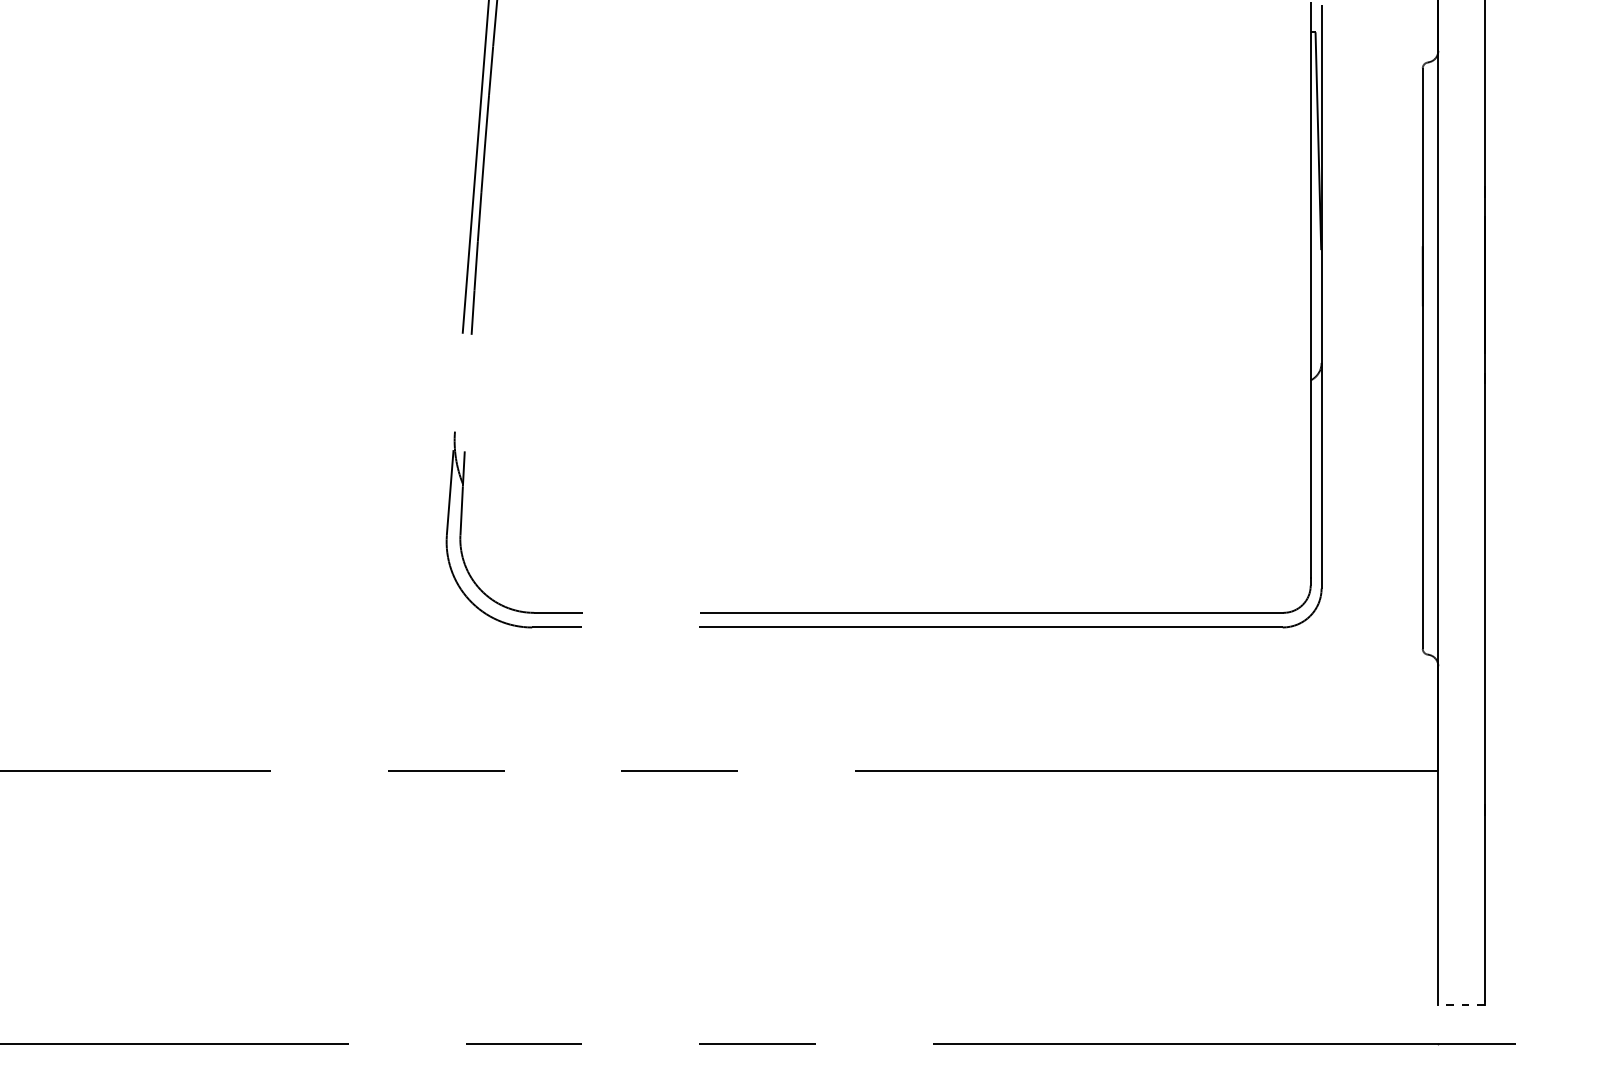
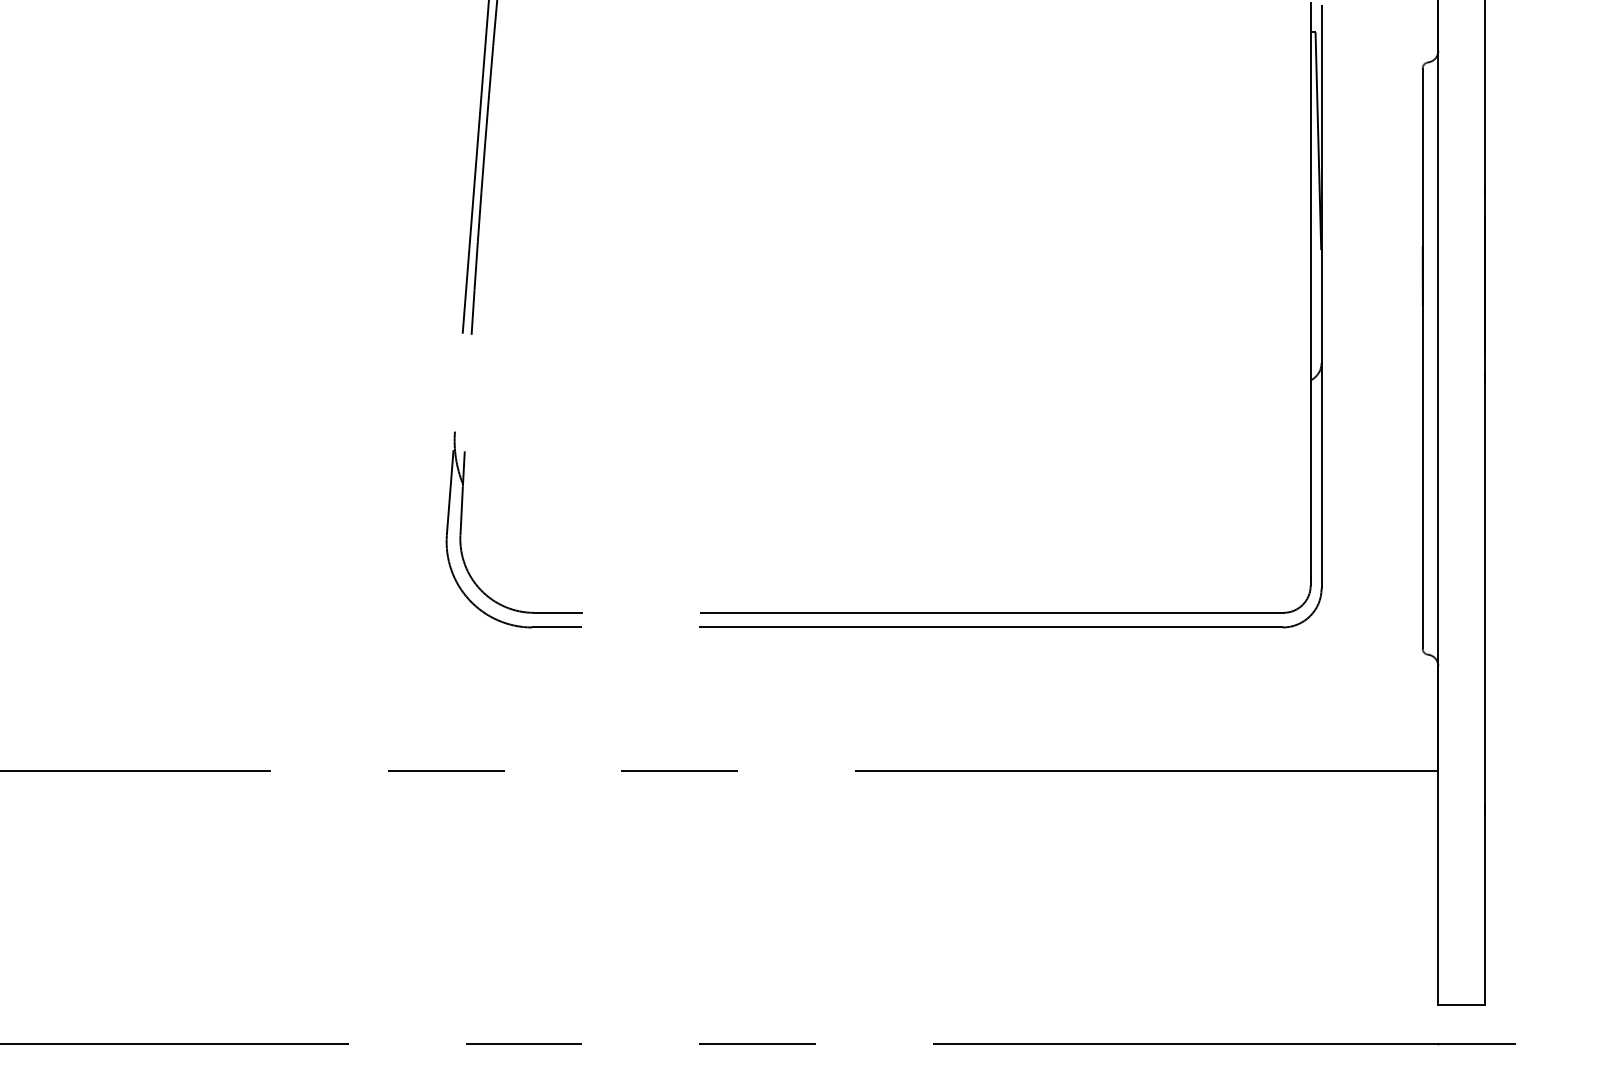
line at (1461, 1004): dashed -> solid
